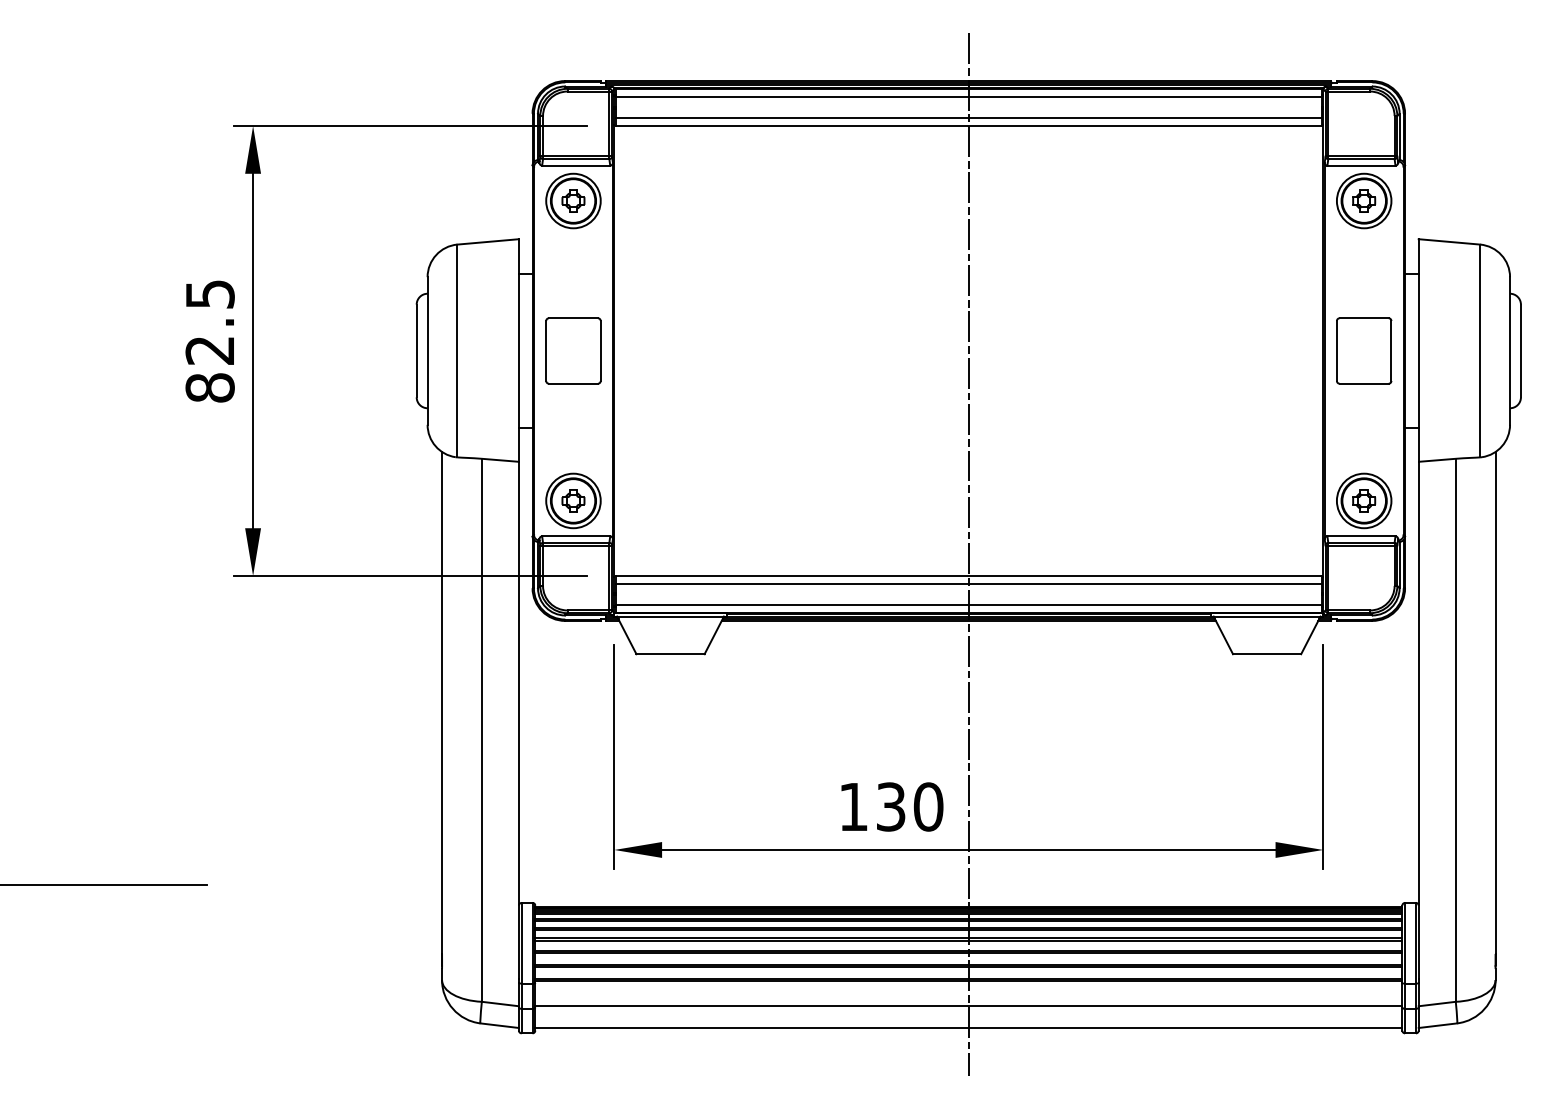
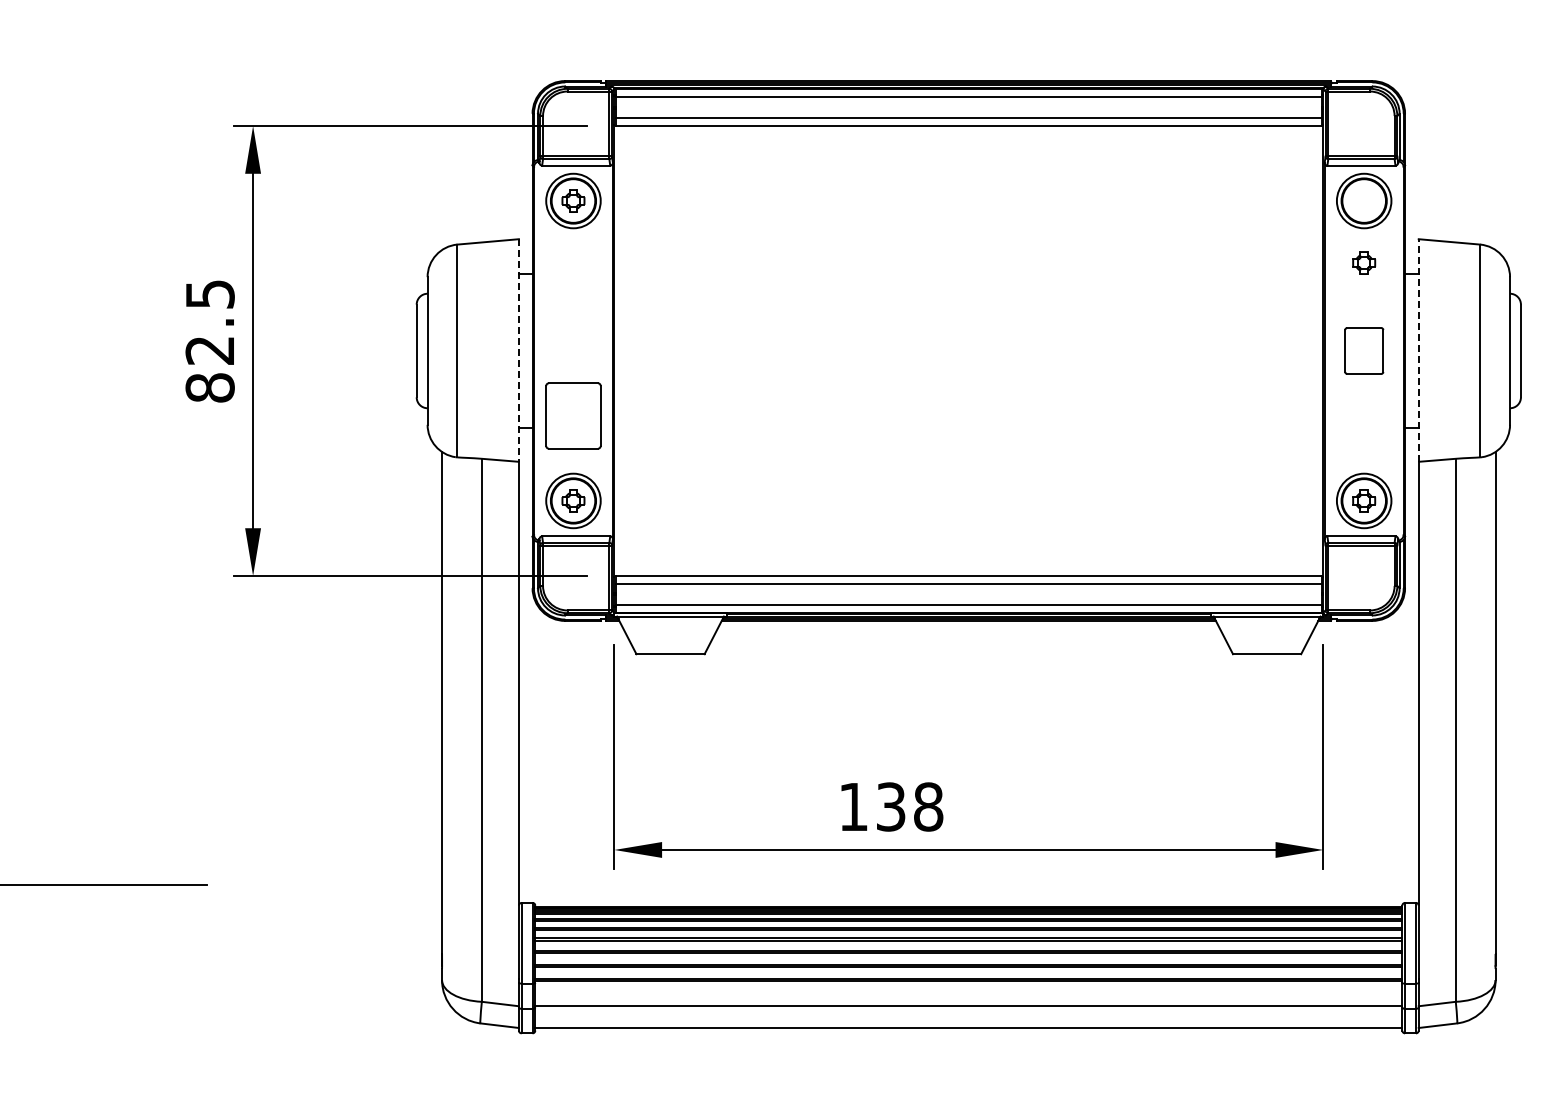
part at (1364, 200) position: (1364, 200) -> (1364, 262)
part at (573, 350) position: (573, 350) -> (573, 415)
part at (1364, 350) size: 57x68 px -> 41x48 px
line at (1418, 350): solid -> dashed
line at (518, 351): solid -> dashed
line at (968, 554): present -> none
text at (928, 806): 130 -> 138
